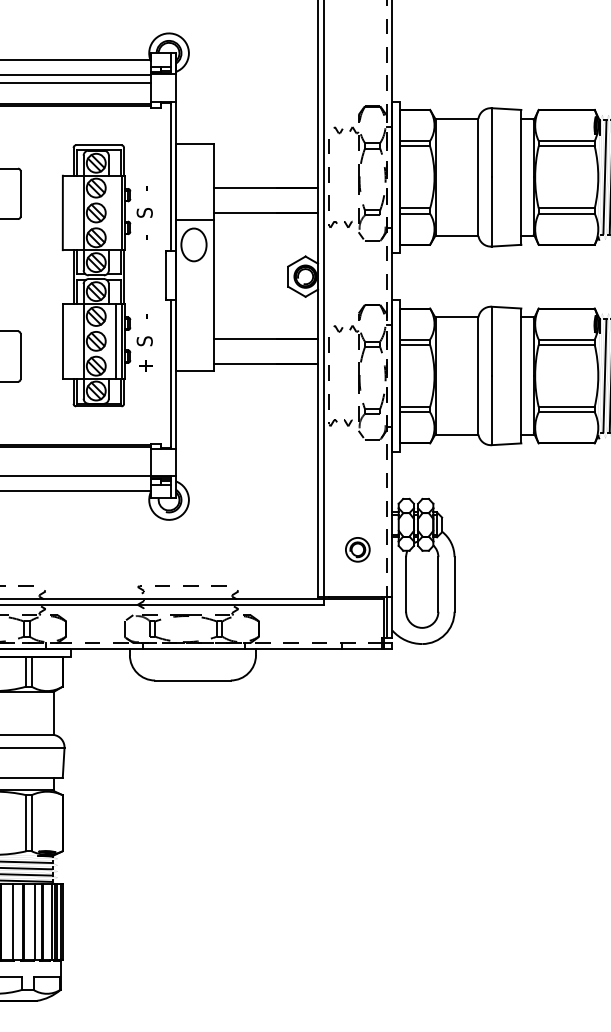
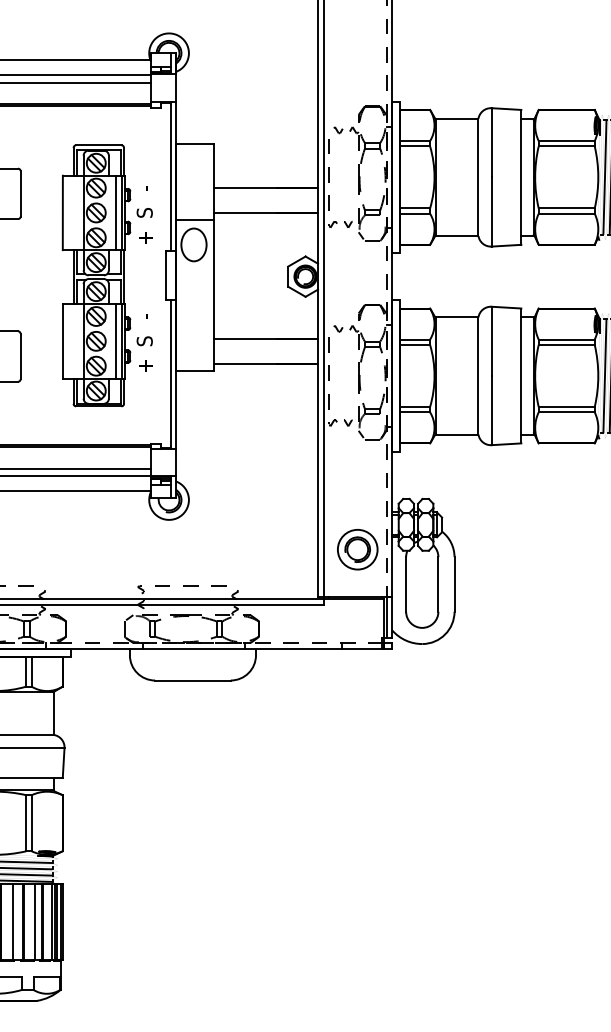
line at (116, 212): none -> present
text at (145, 237): - -> +
line at (76, 468): none -> present
part at (357, 549) size: 26x26 px -> 42x42 px
